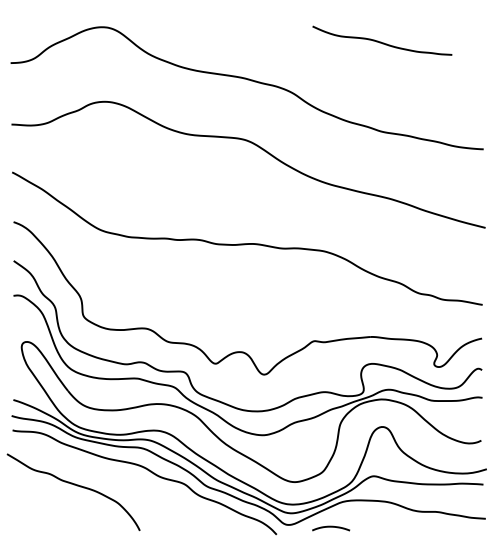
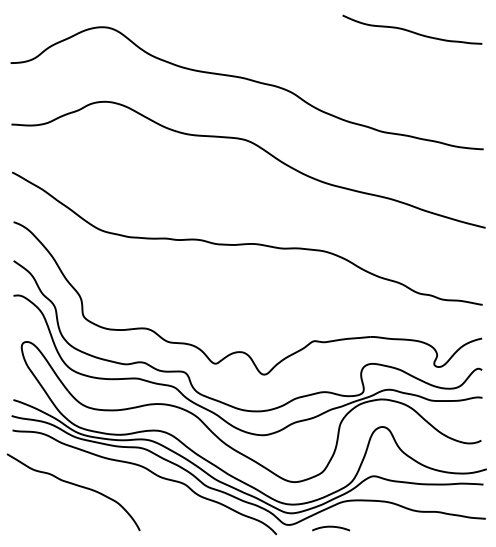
curve at (381, 41) position: (381, 41) -> (411, 30)
